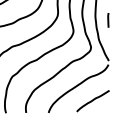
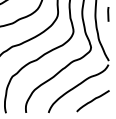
line at (108, 20) position: (108, 20) -> (108, 14)
